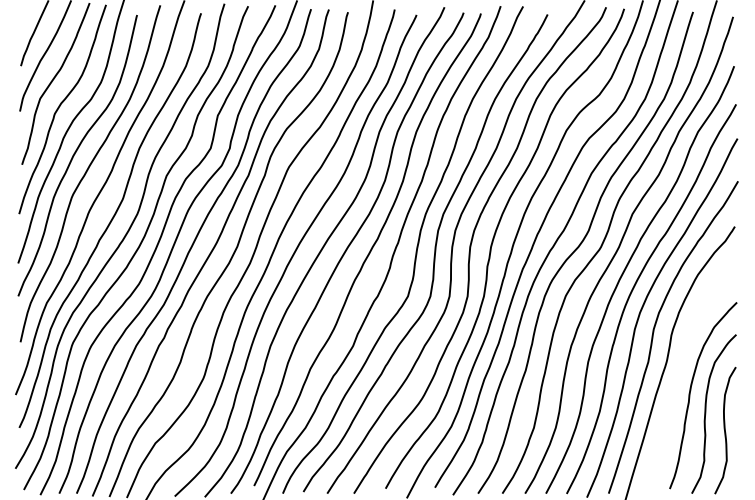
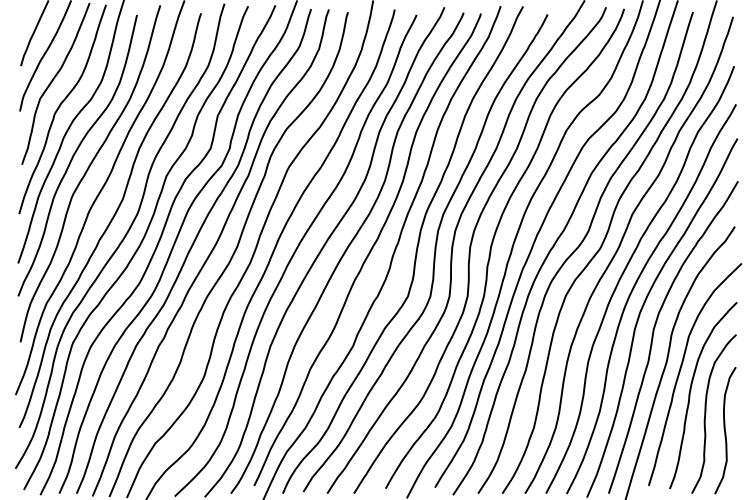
curve at (681, 369): none -> present
